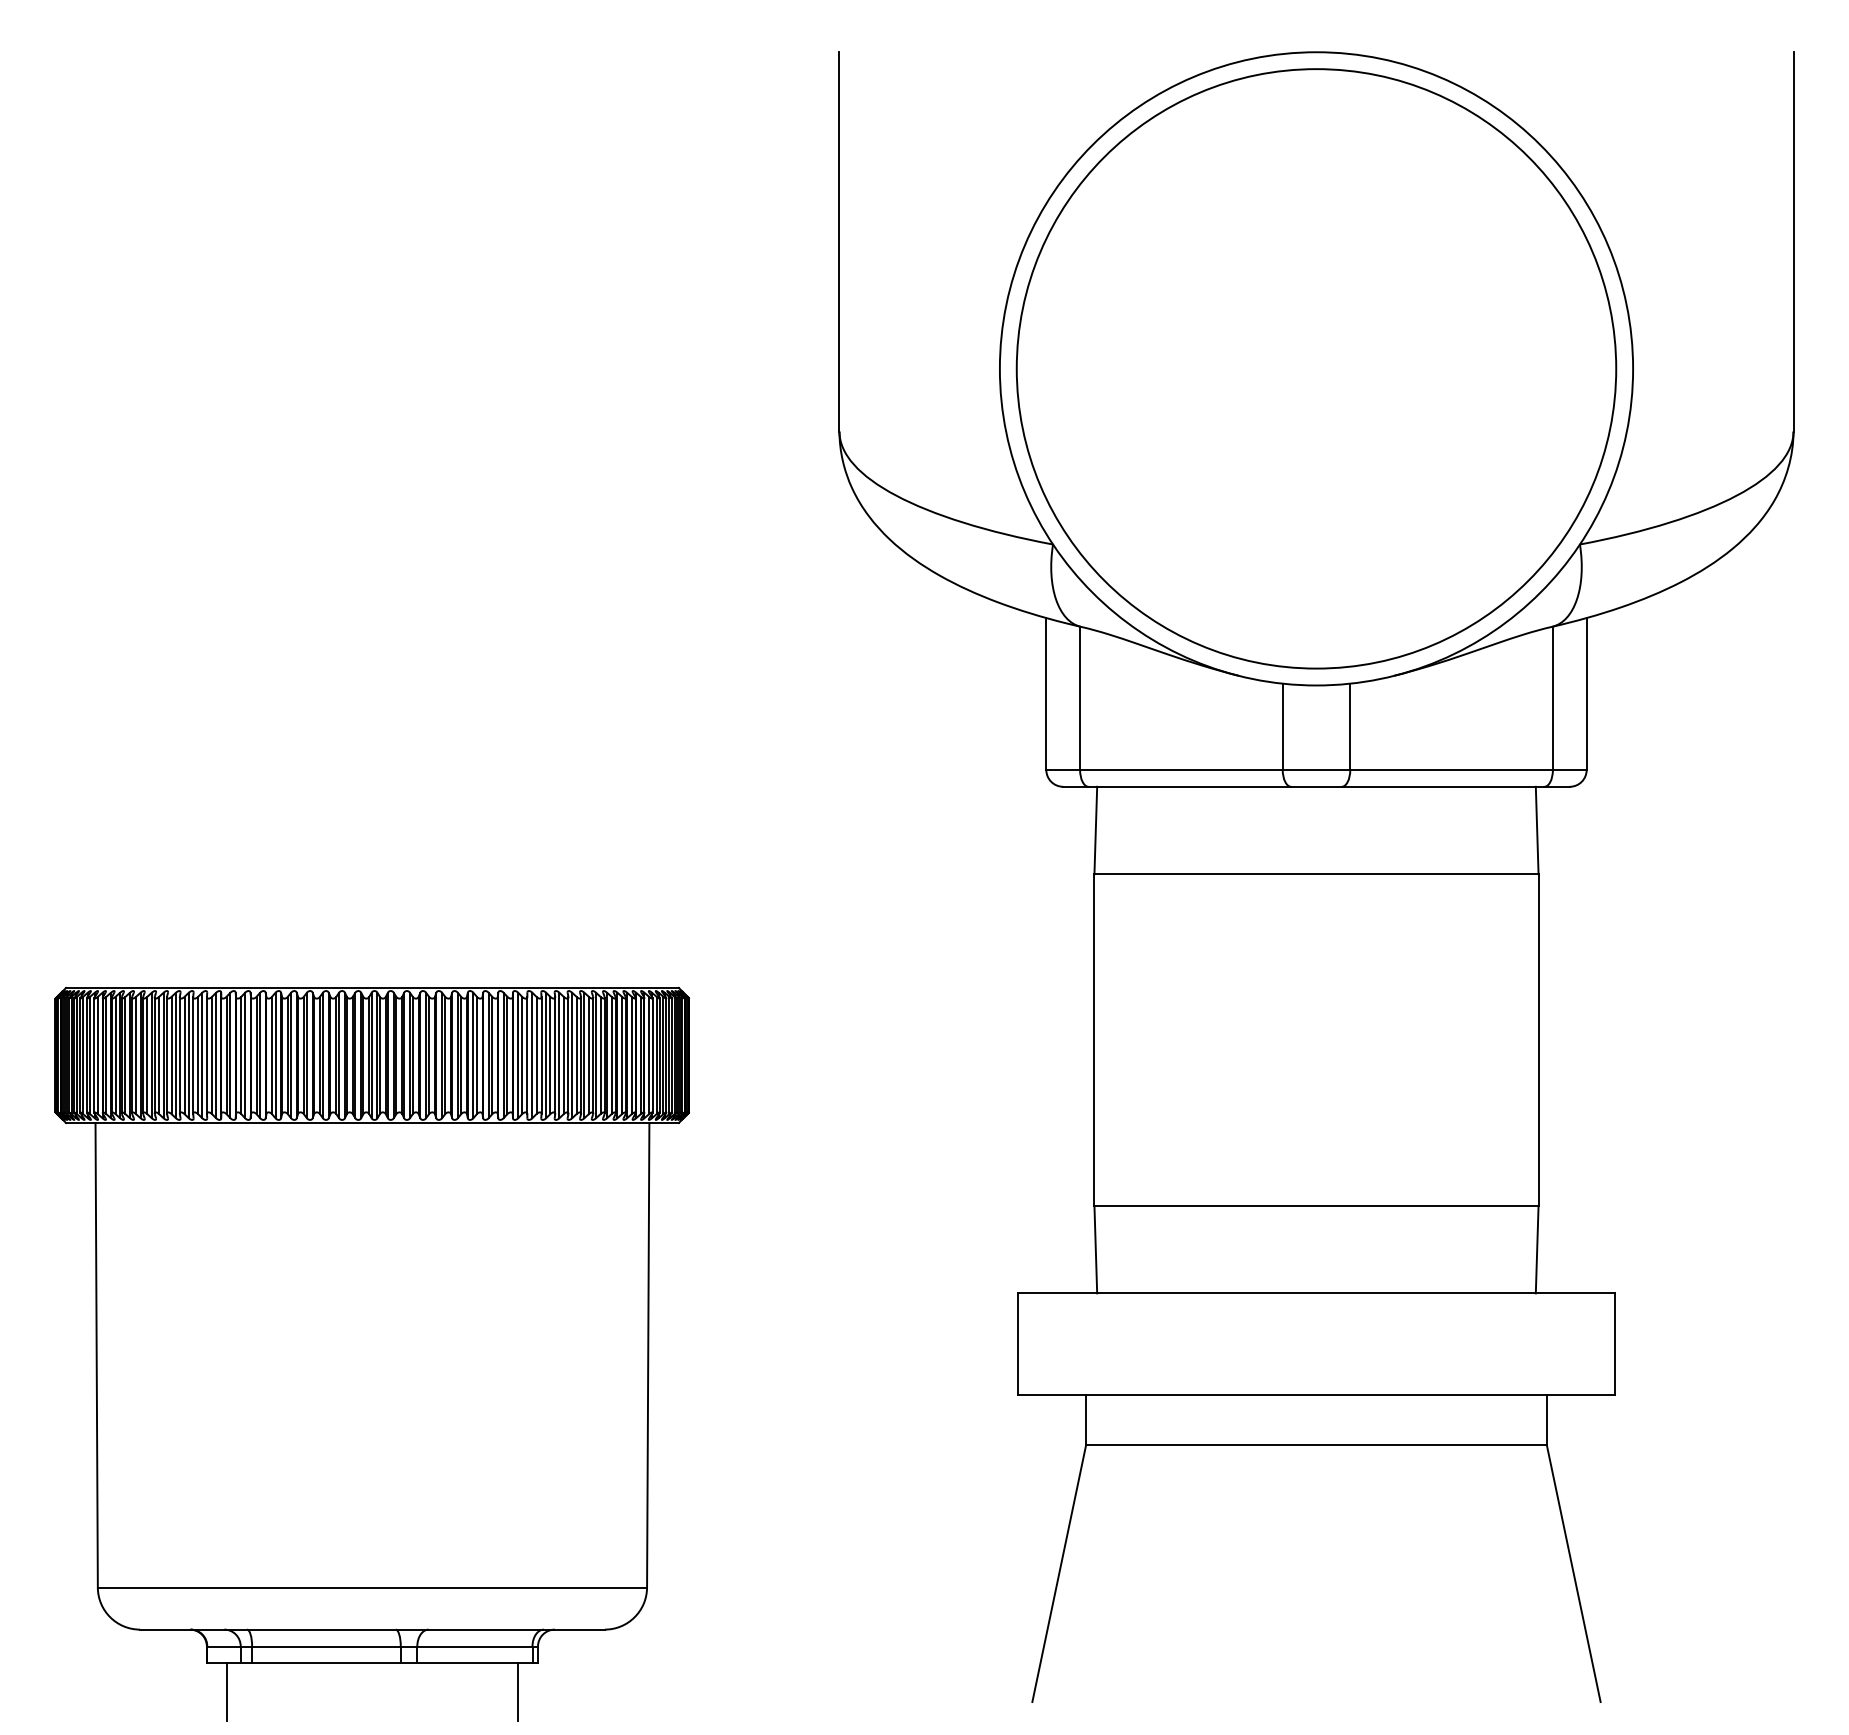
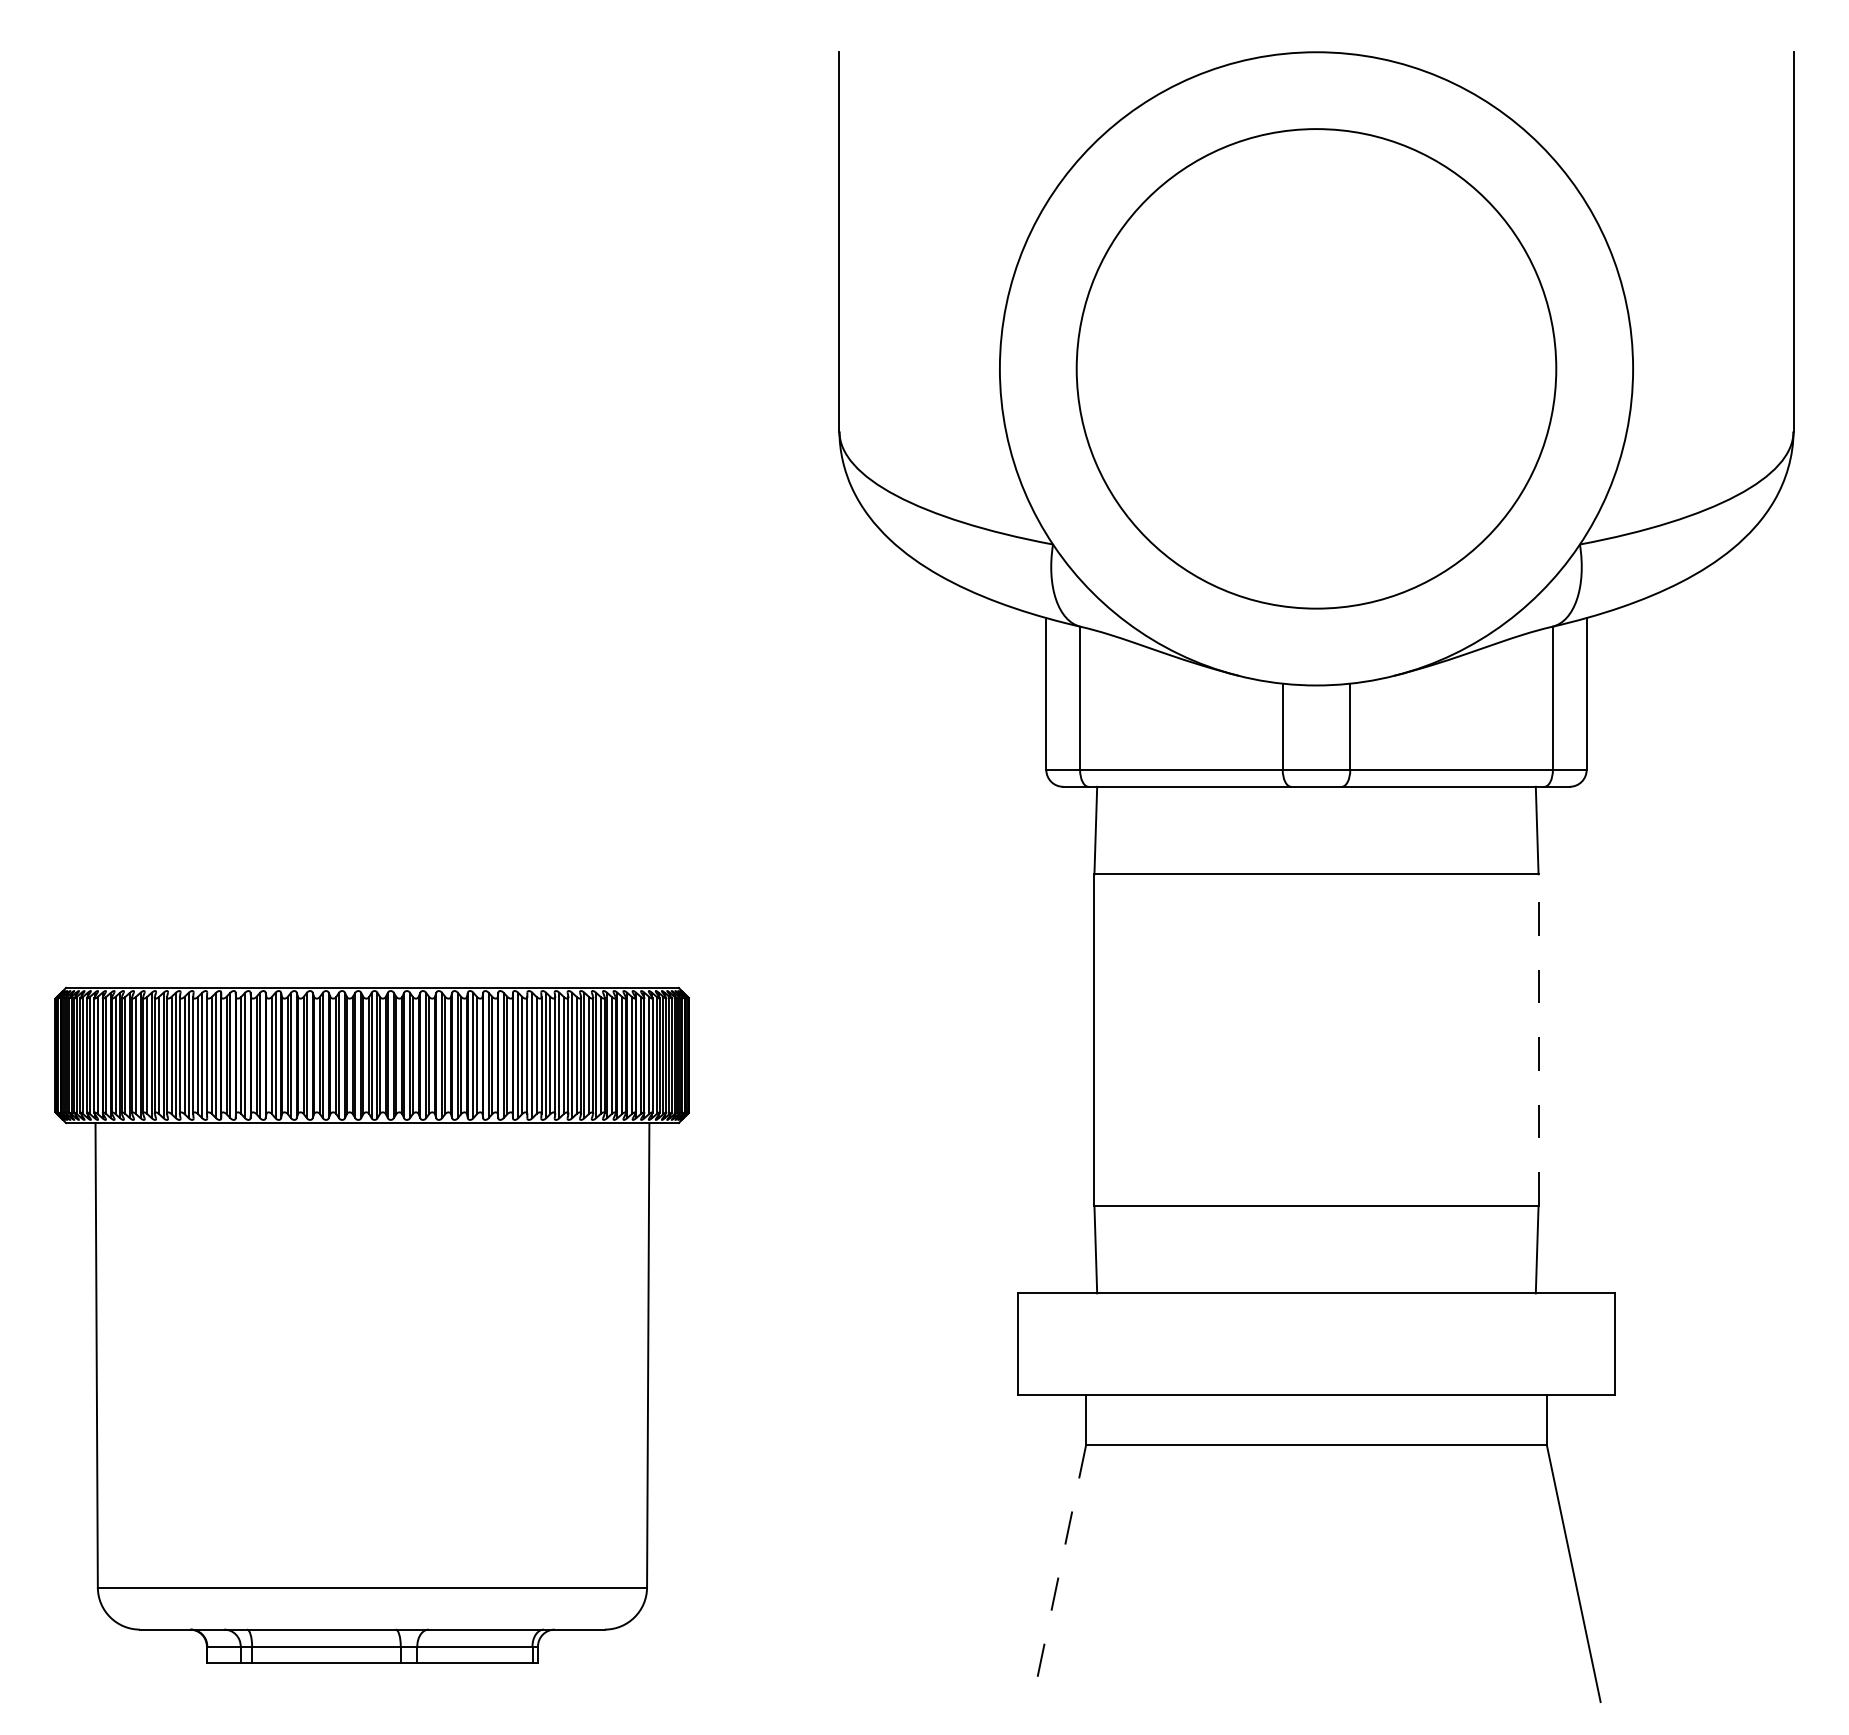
circle at (1316, 368) diameter: 599 px -> 480 px
line at (1538, 1040): solid -> dashed
line at (1059, 1574): solid -> dashed
line at (226, 1691): present -> none
line at (518, 1691): present -> none
